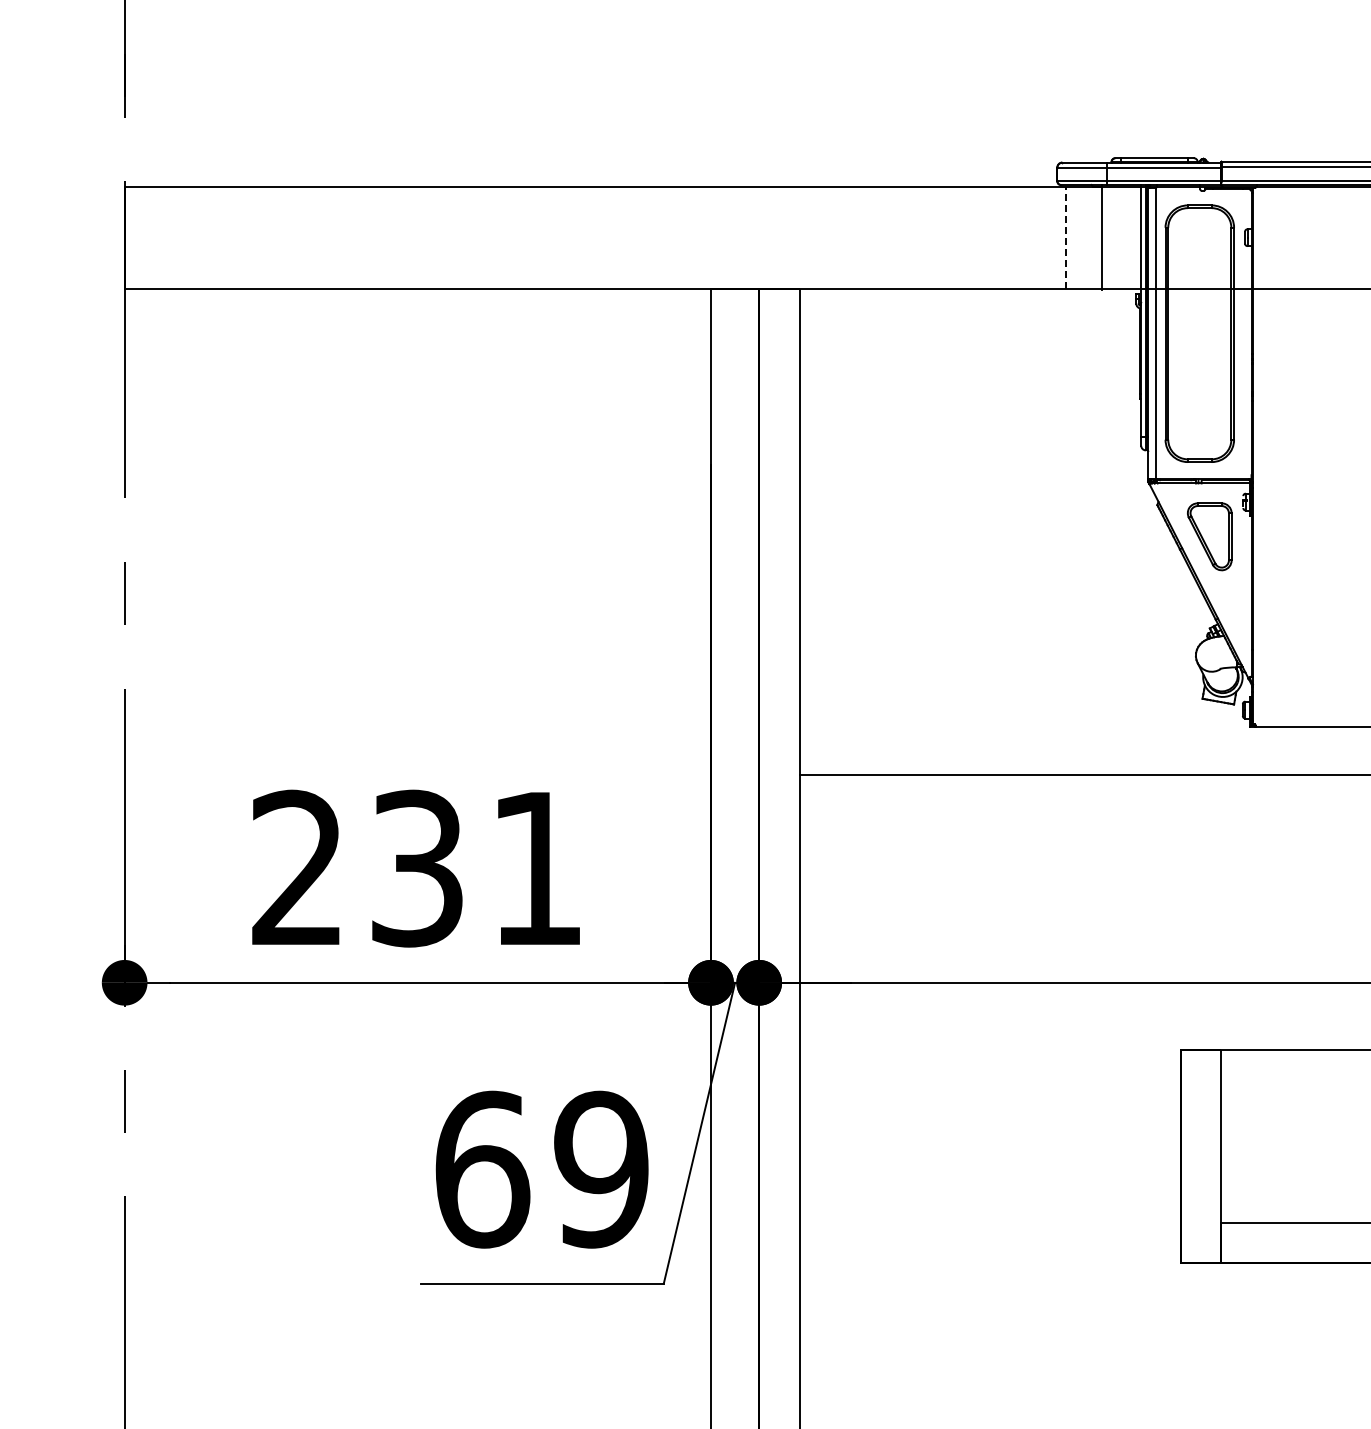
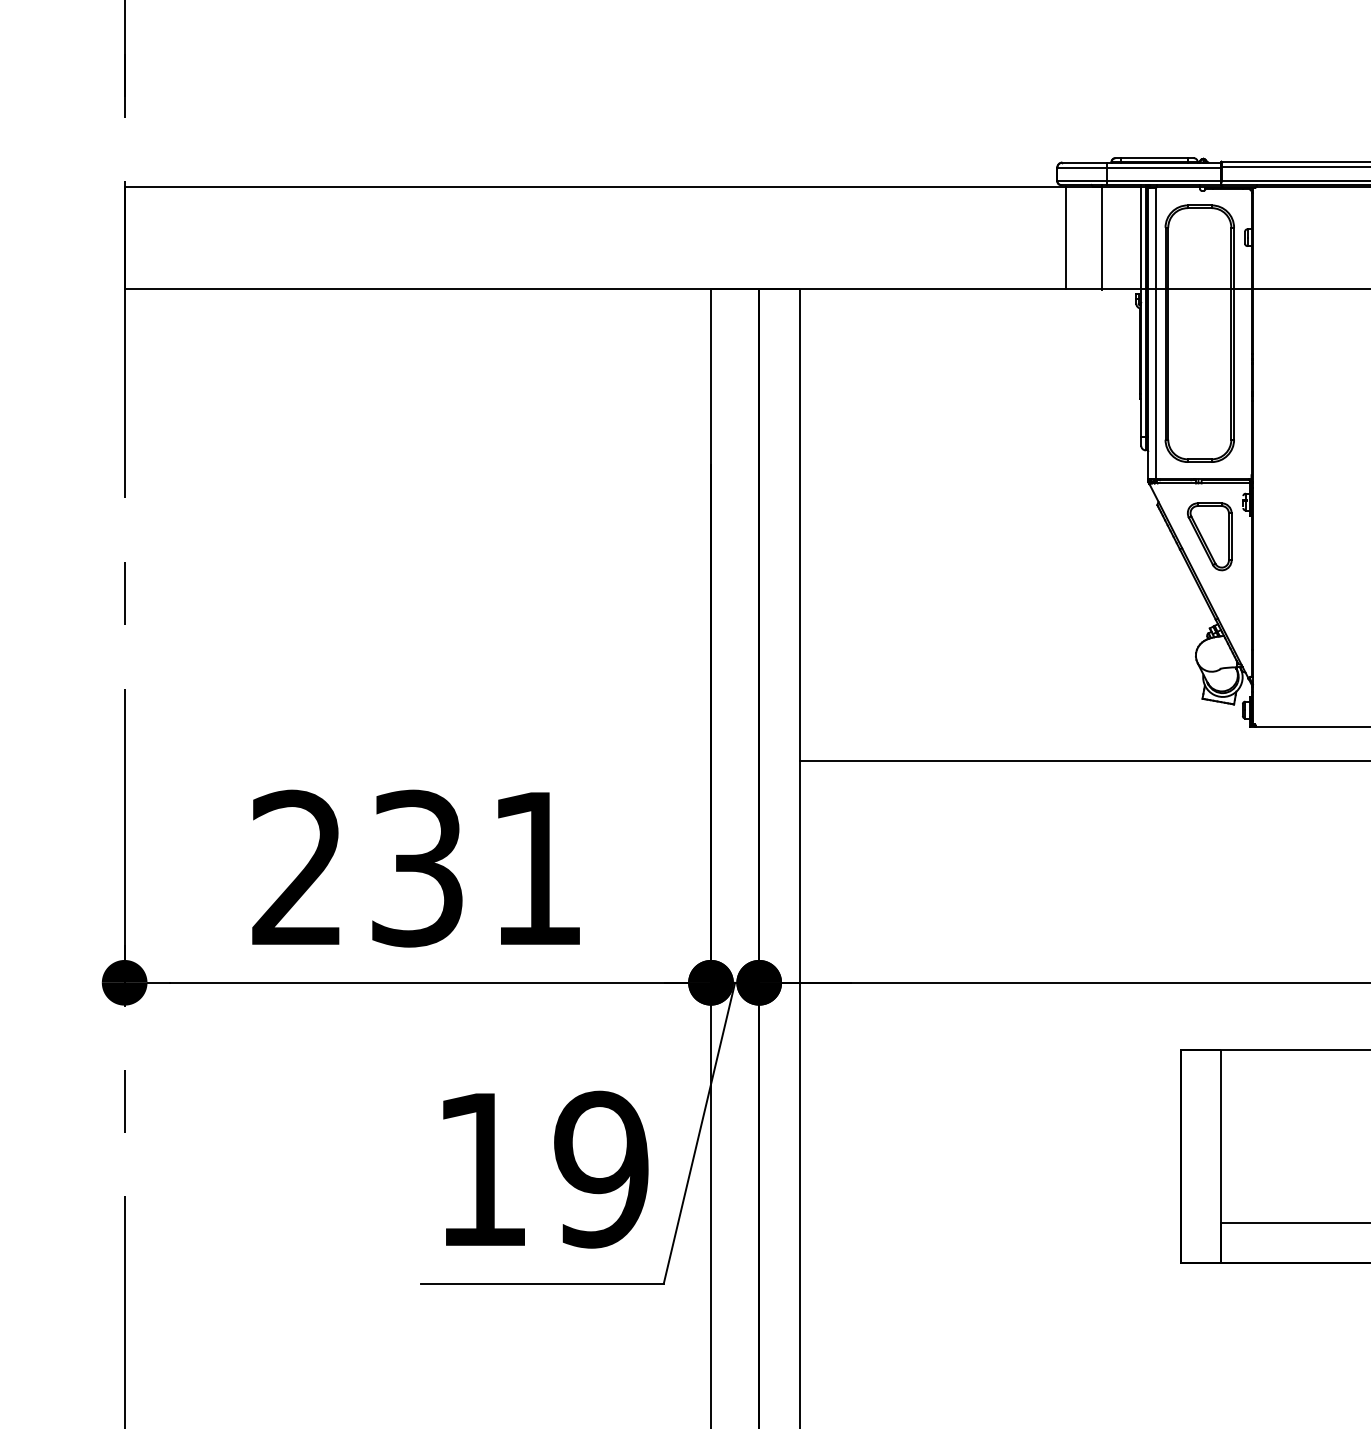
line at (1066, 238): dashed -> solid
line at (1083, 774) position: (1083, 774) -> (1083, 760)
text at (482, 1169): 69 -> 19
